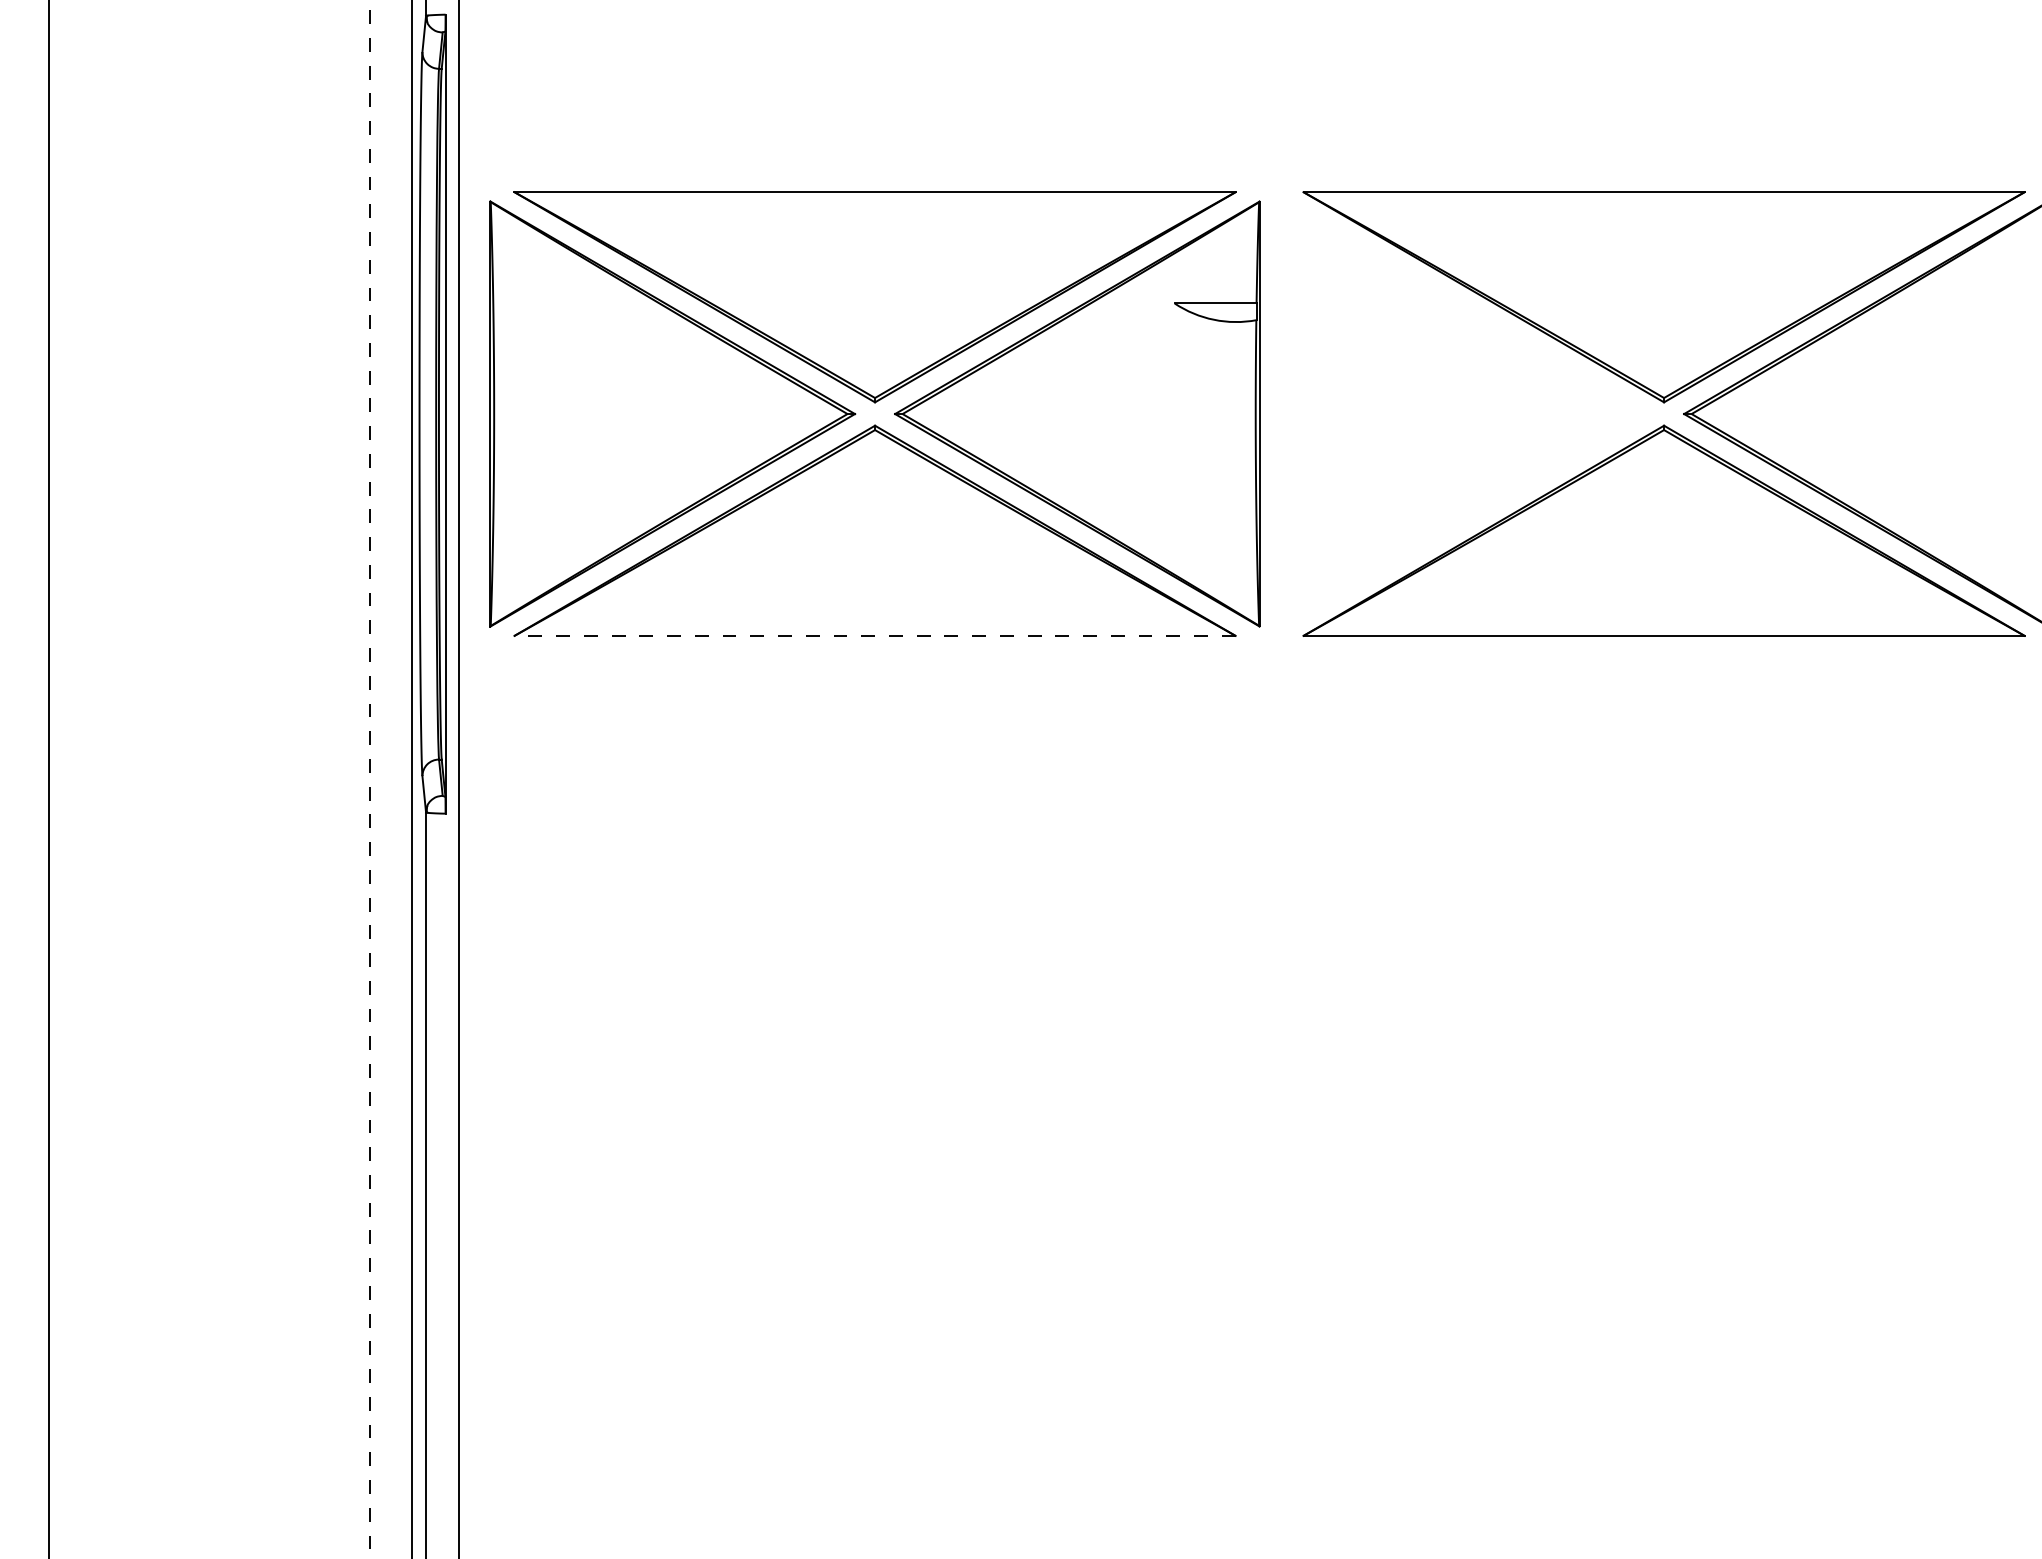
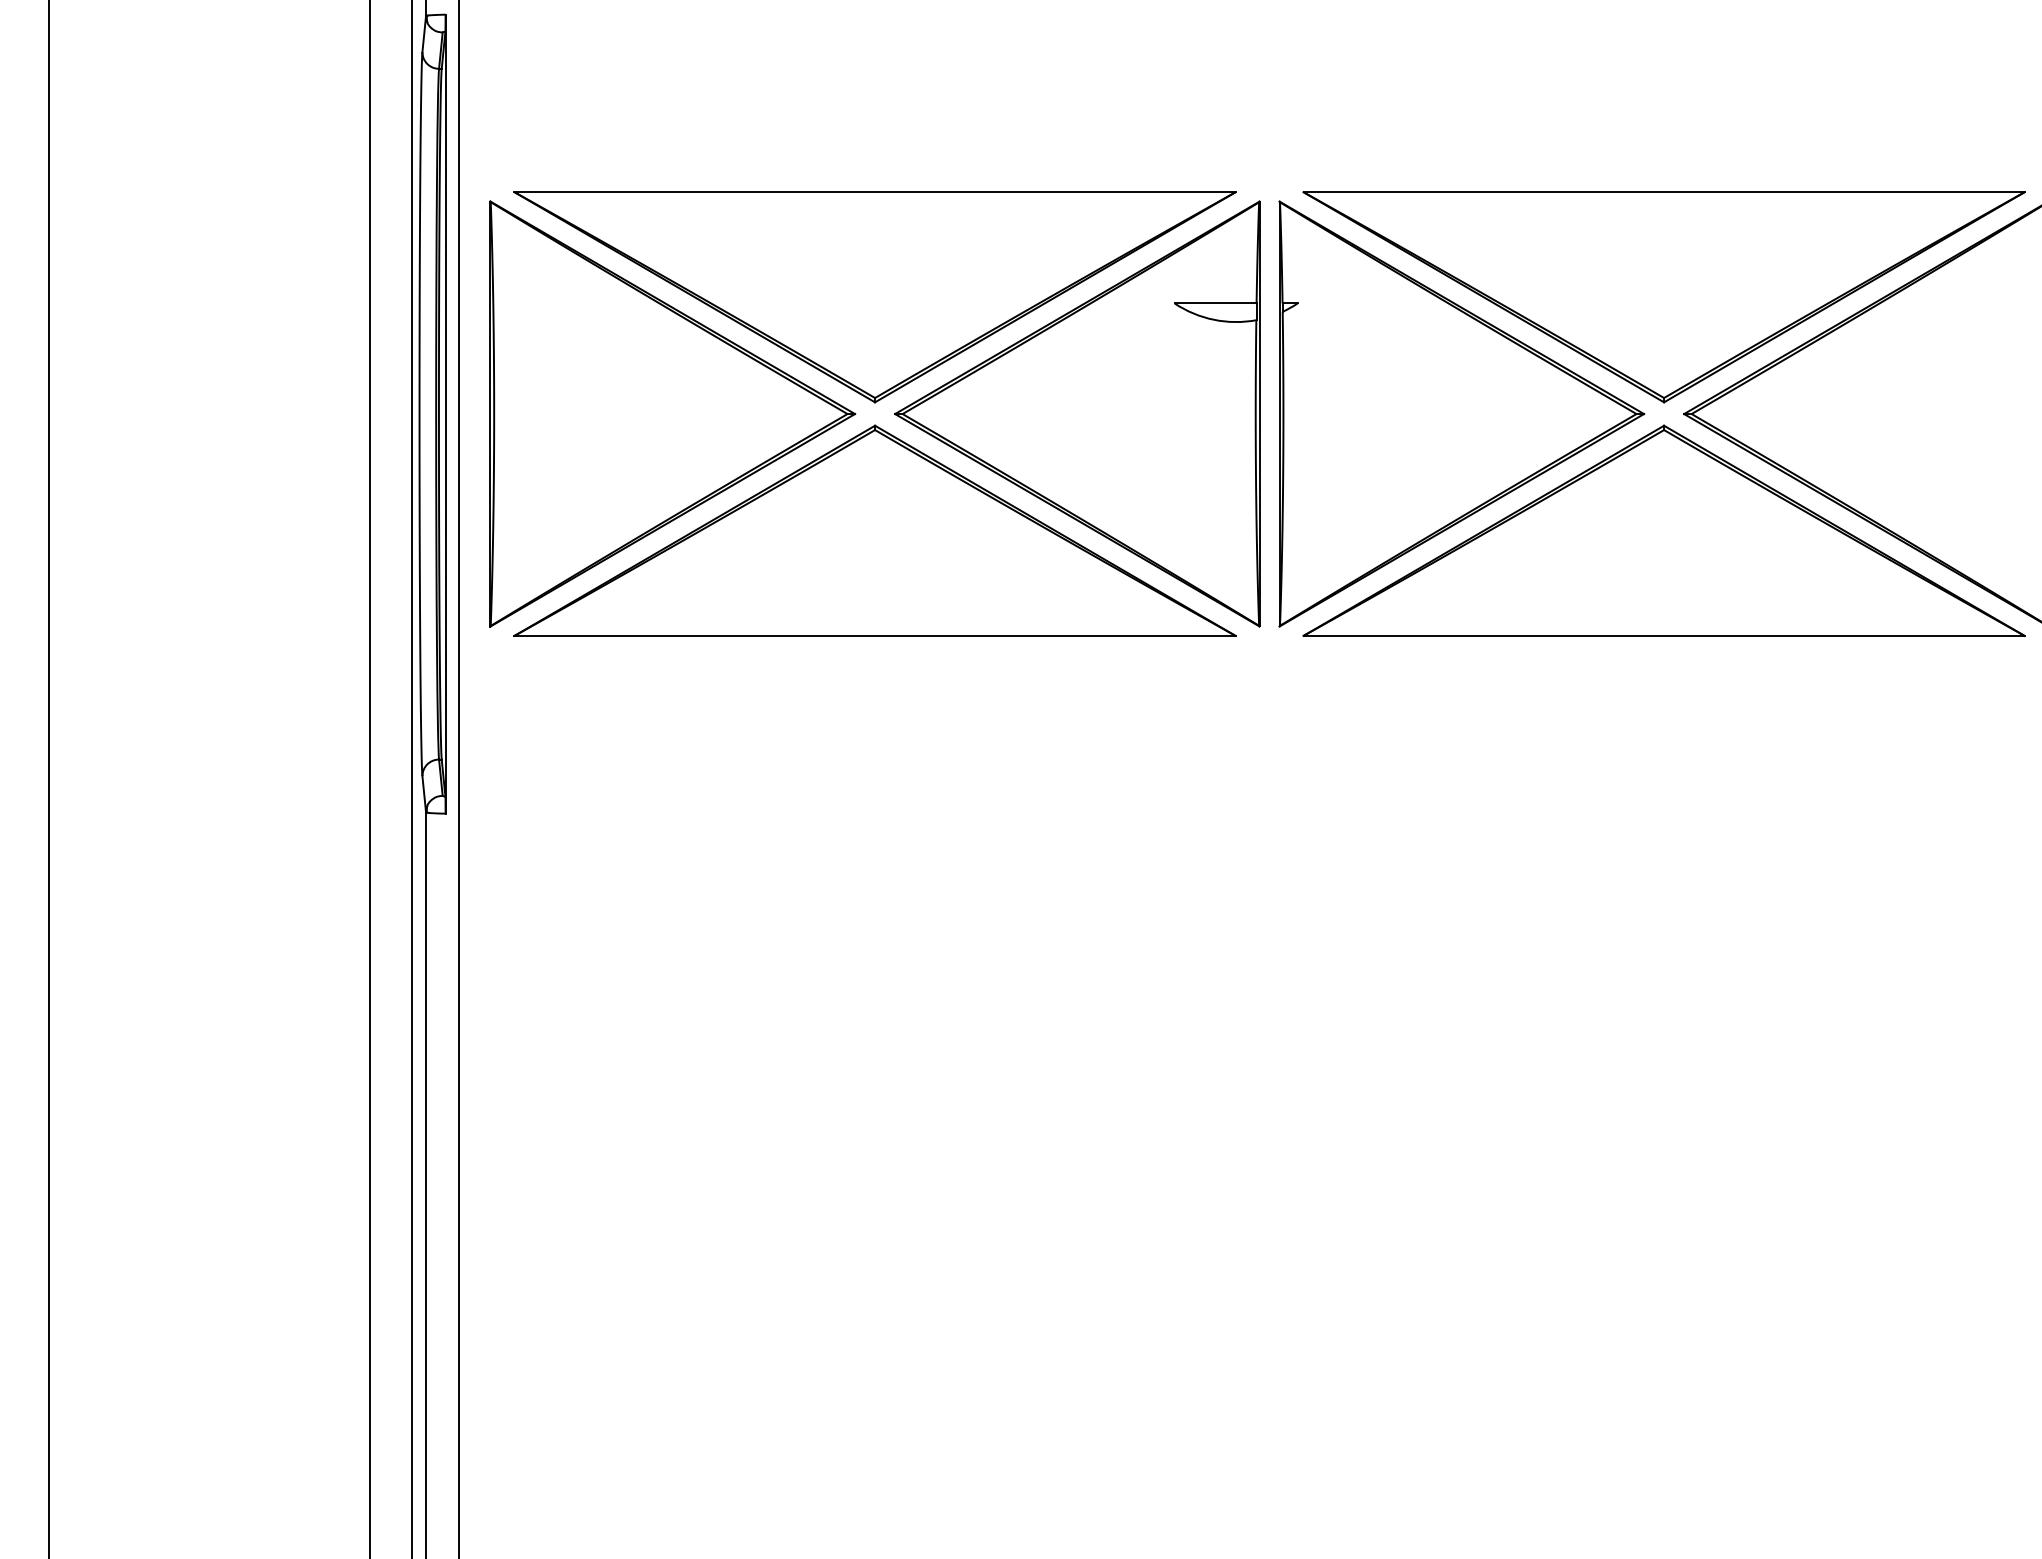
part at (1461, 413): none -> present
line at (875, 635): dashed -> solid
line at (370, 779): dashed -> solid
